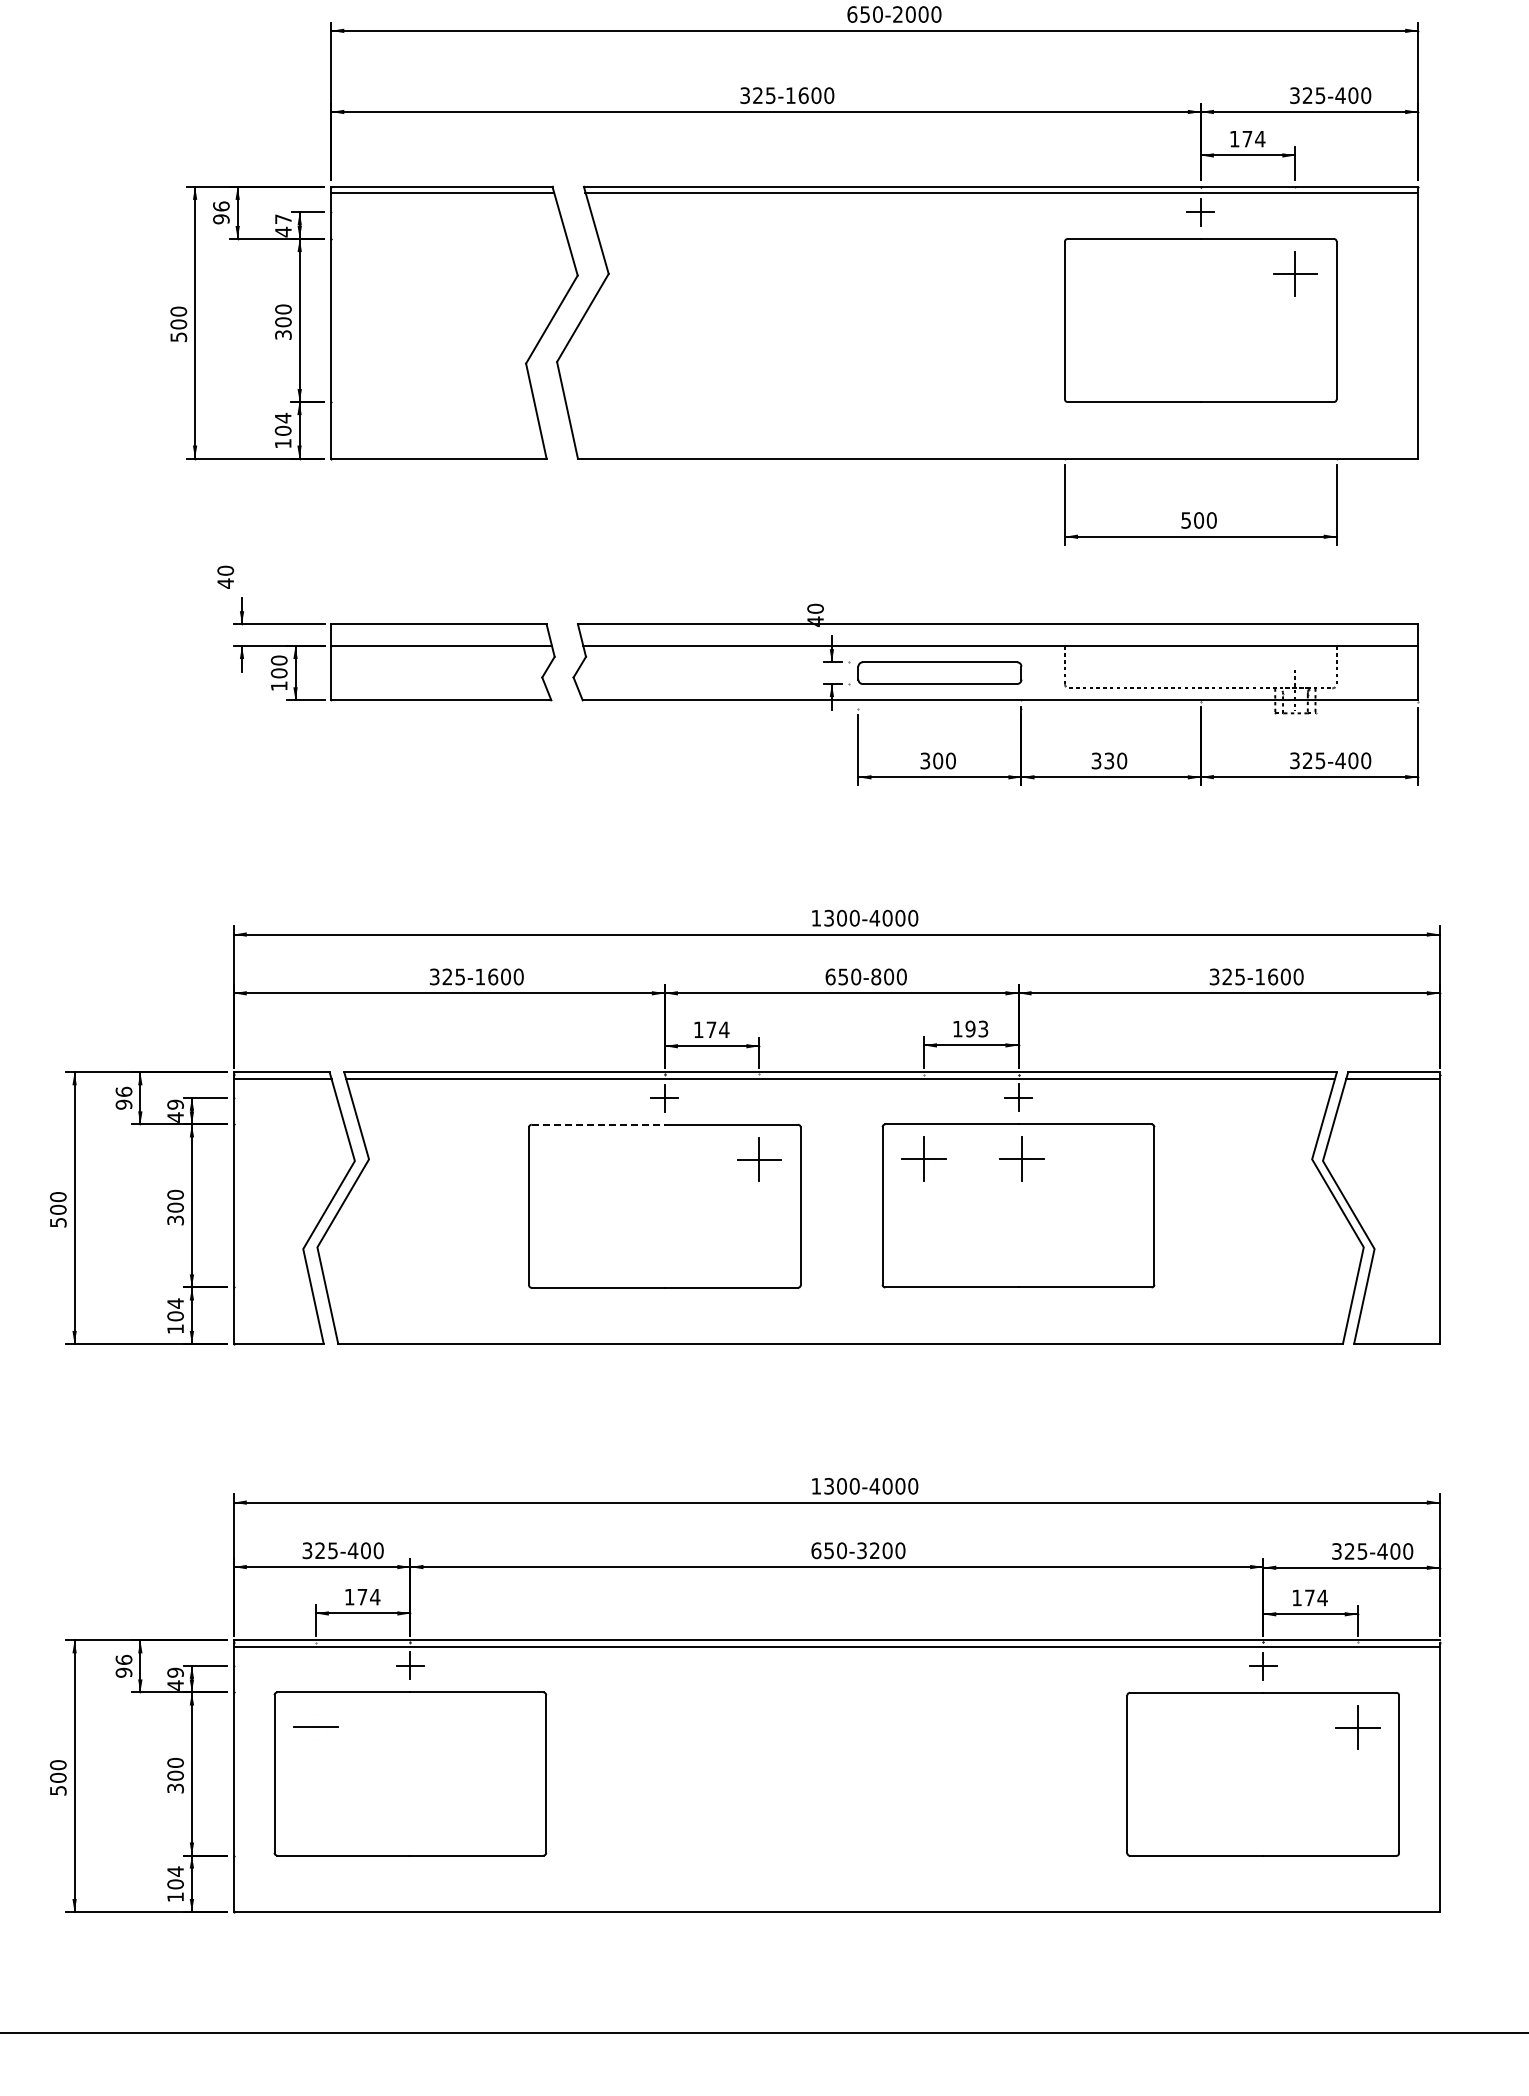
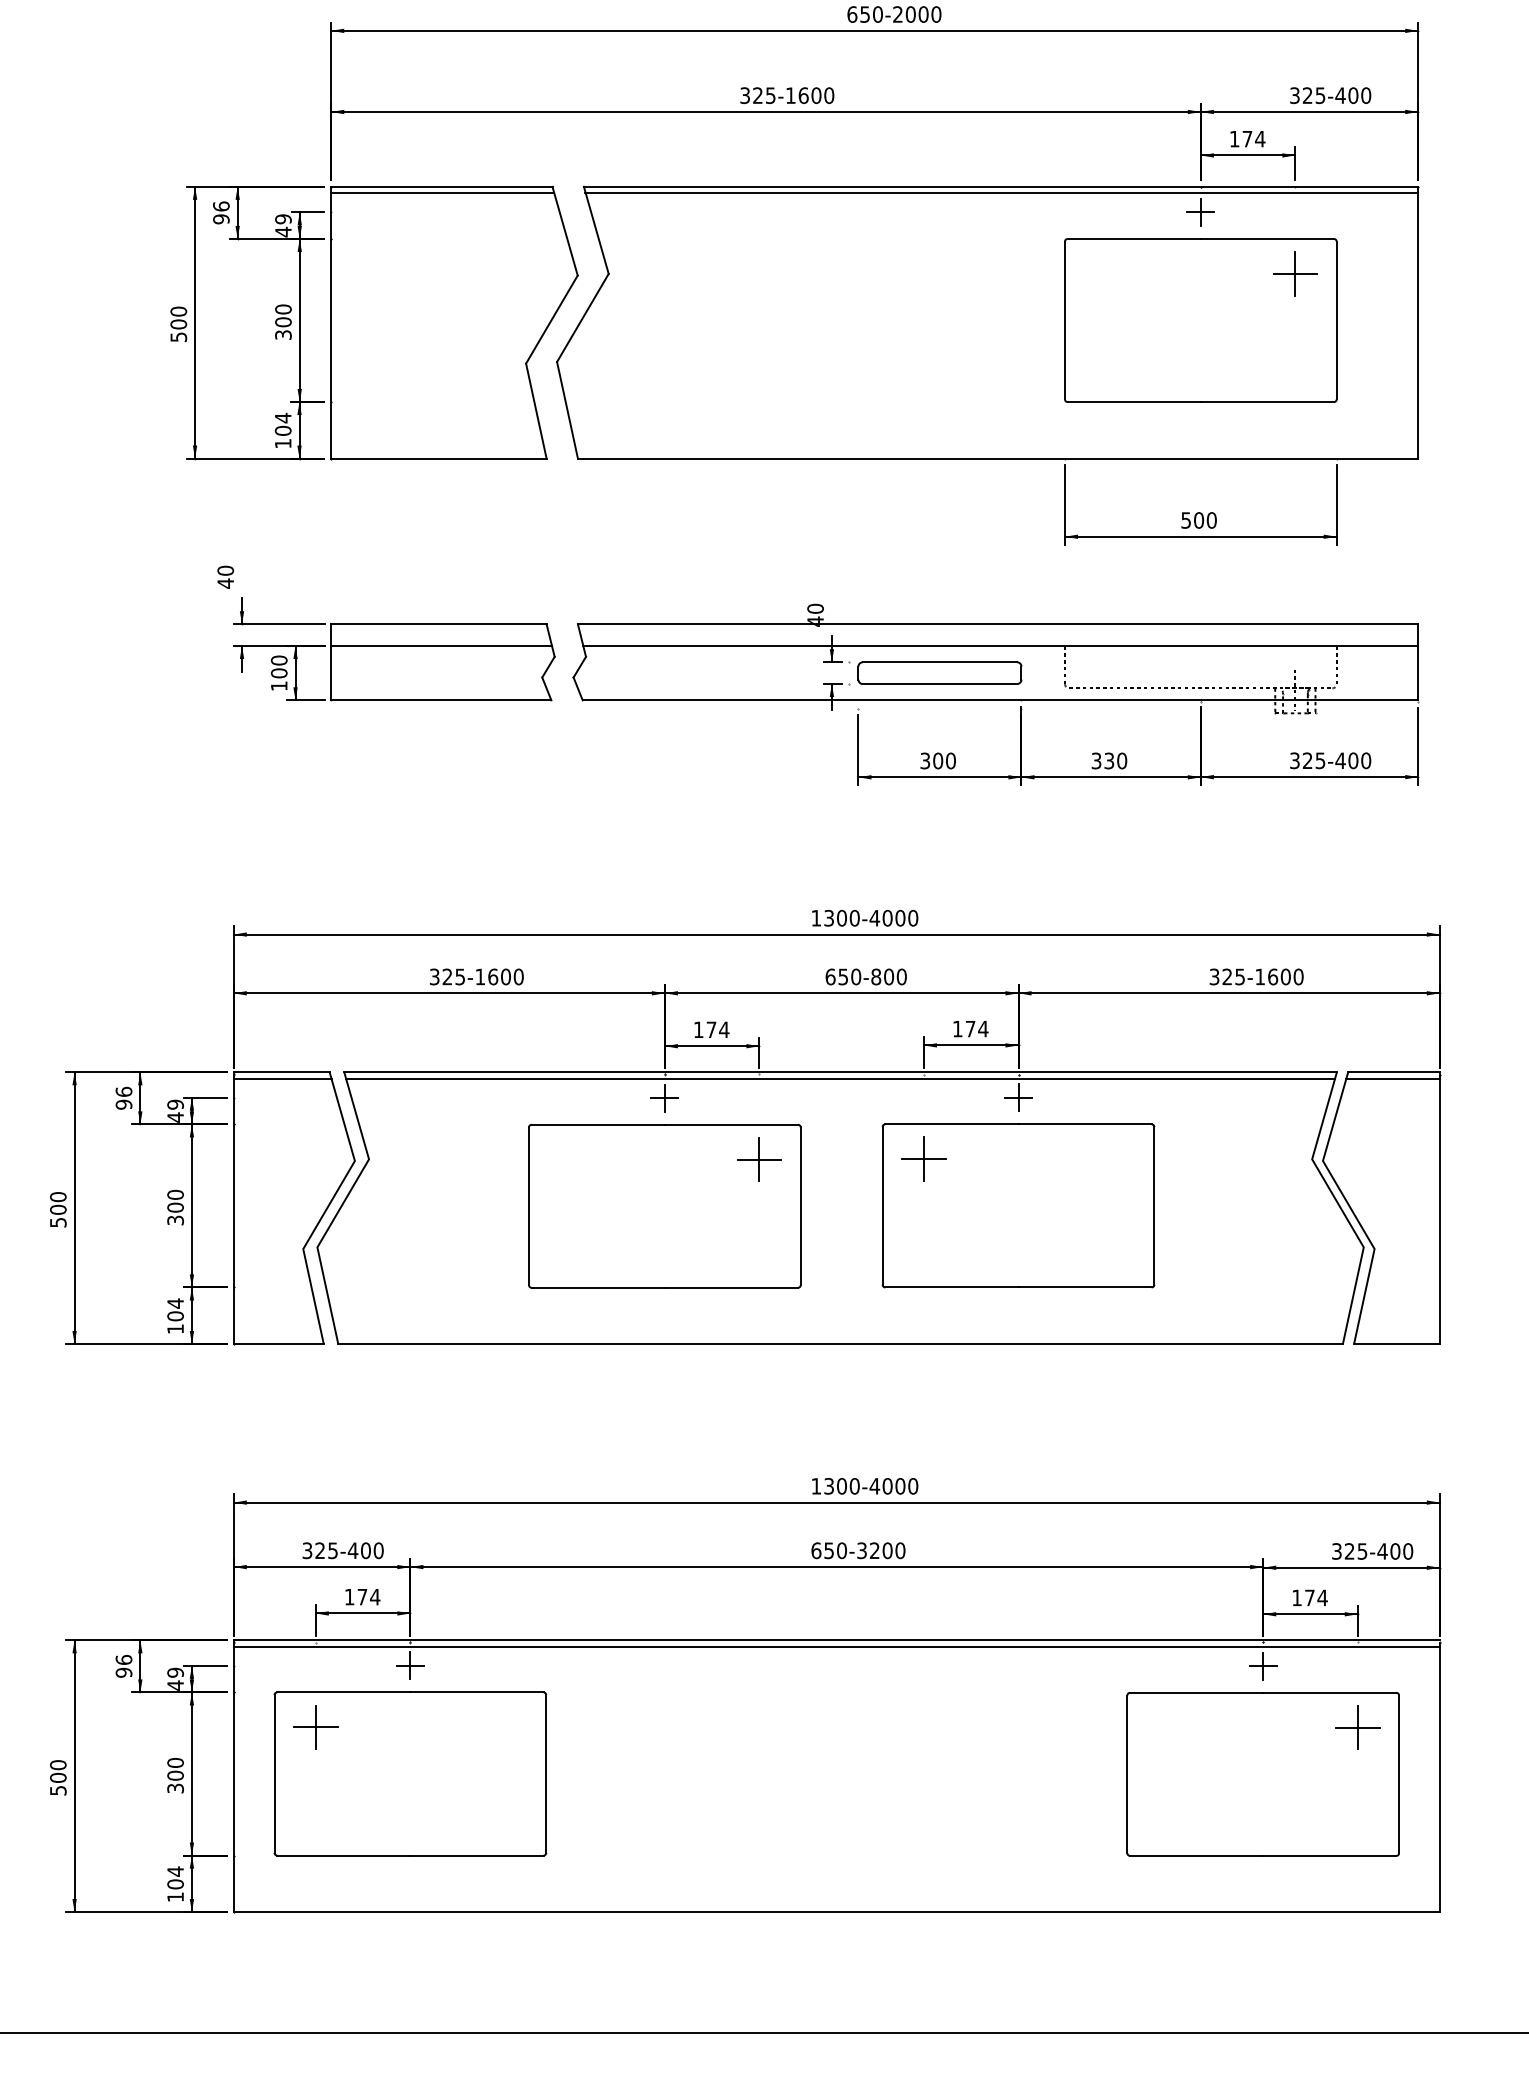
text at (283, 219): 47 -> 49
text at (976, 1028): 193 -> 174
line at (598, 1124): dashed -> solid
part at (1021, 1158): present -> none
line at (315, 1727): none -> present
